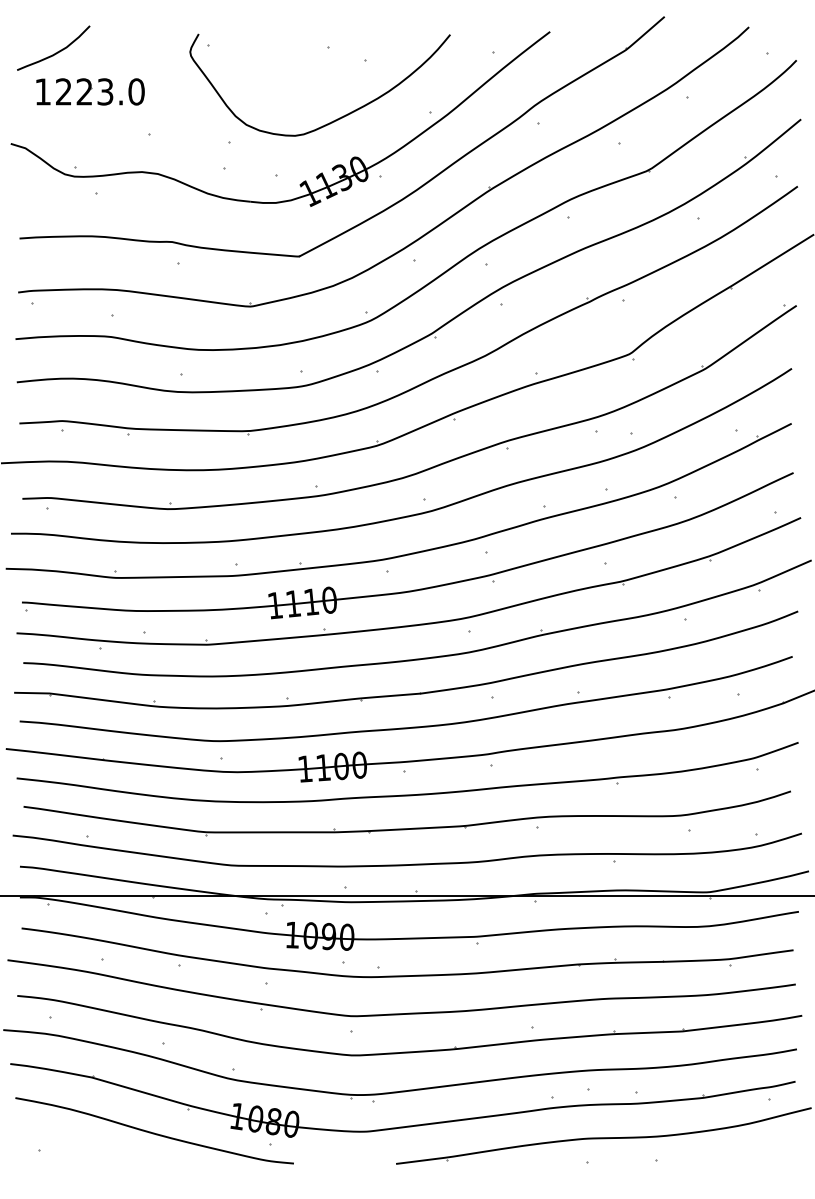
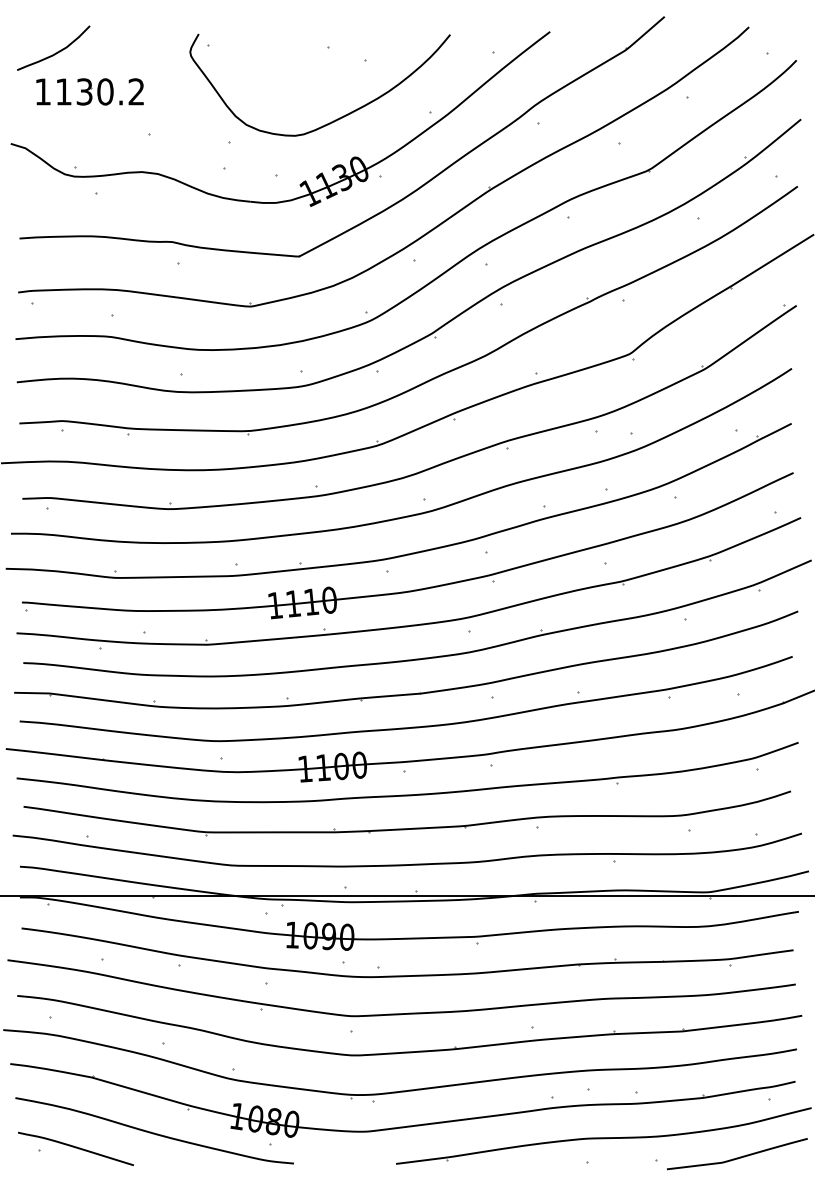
text at (100, 91): 1223.0 -> 1130.2
curve at (75, 1148): none -> present
curve at (739, 1156): none -> present
